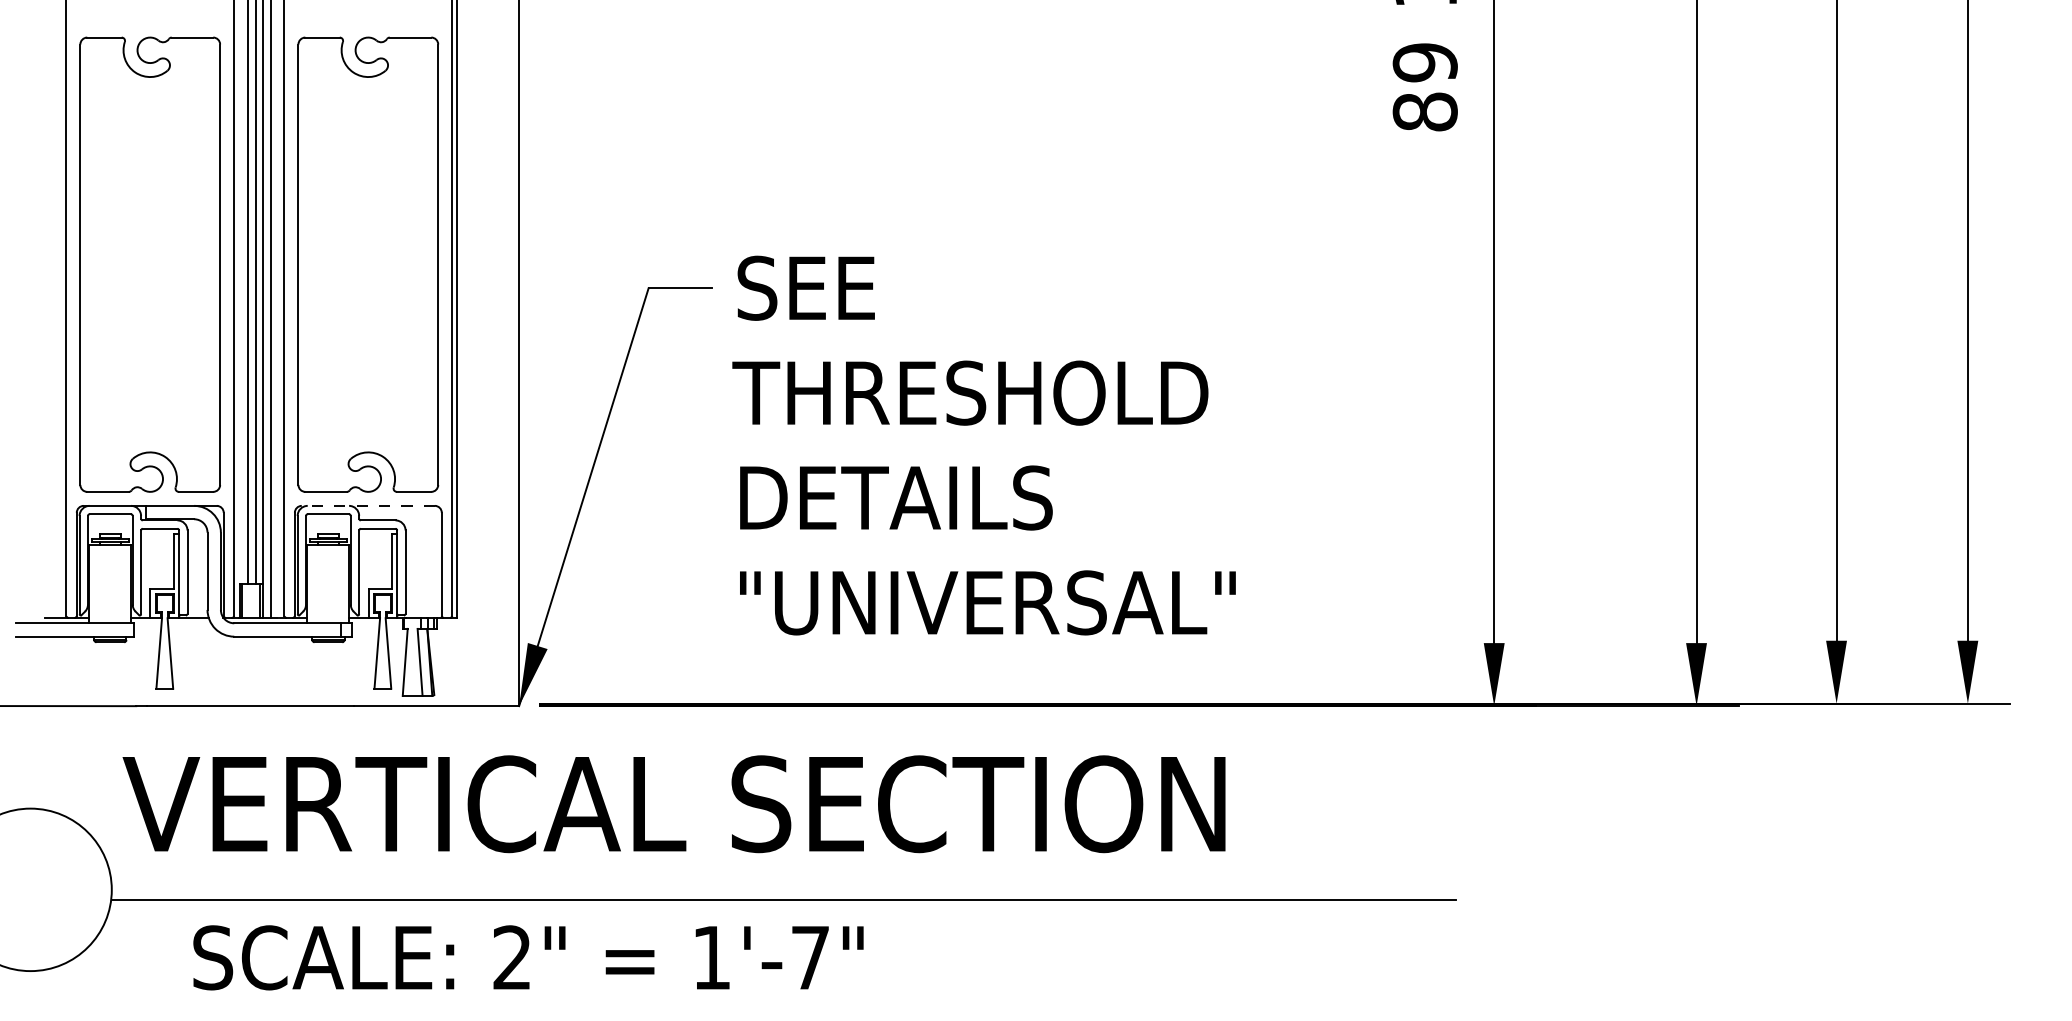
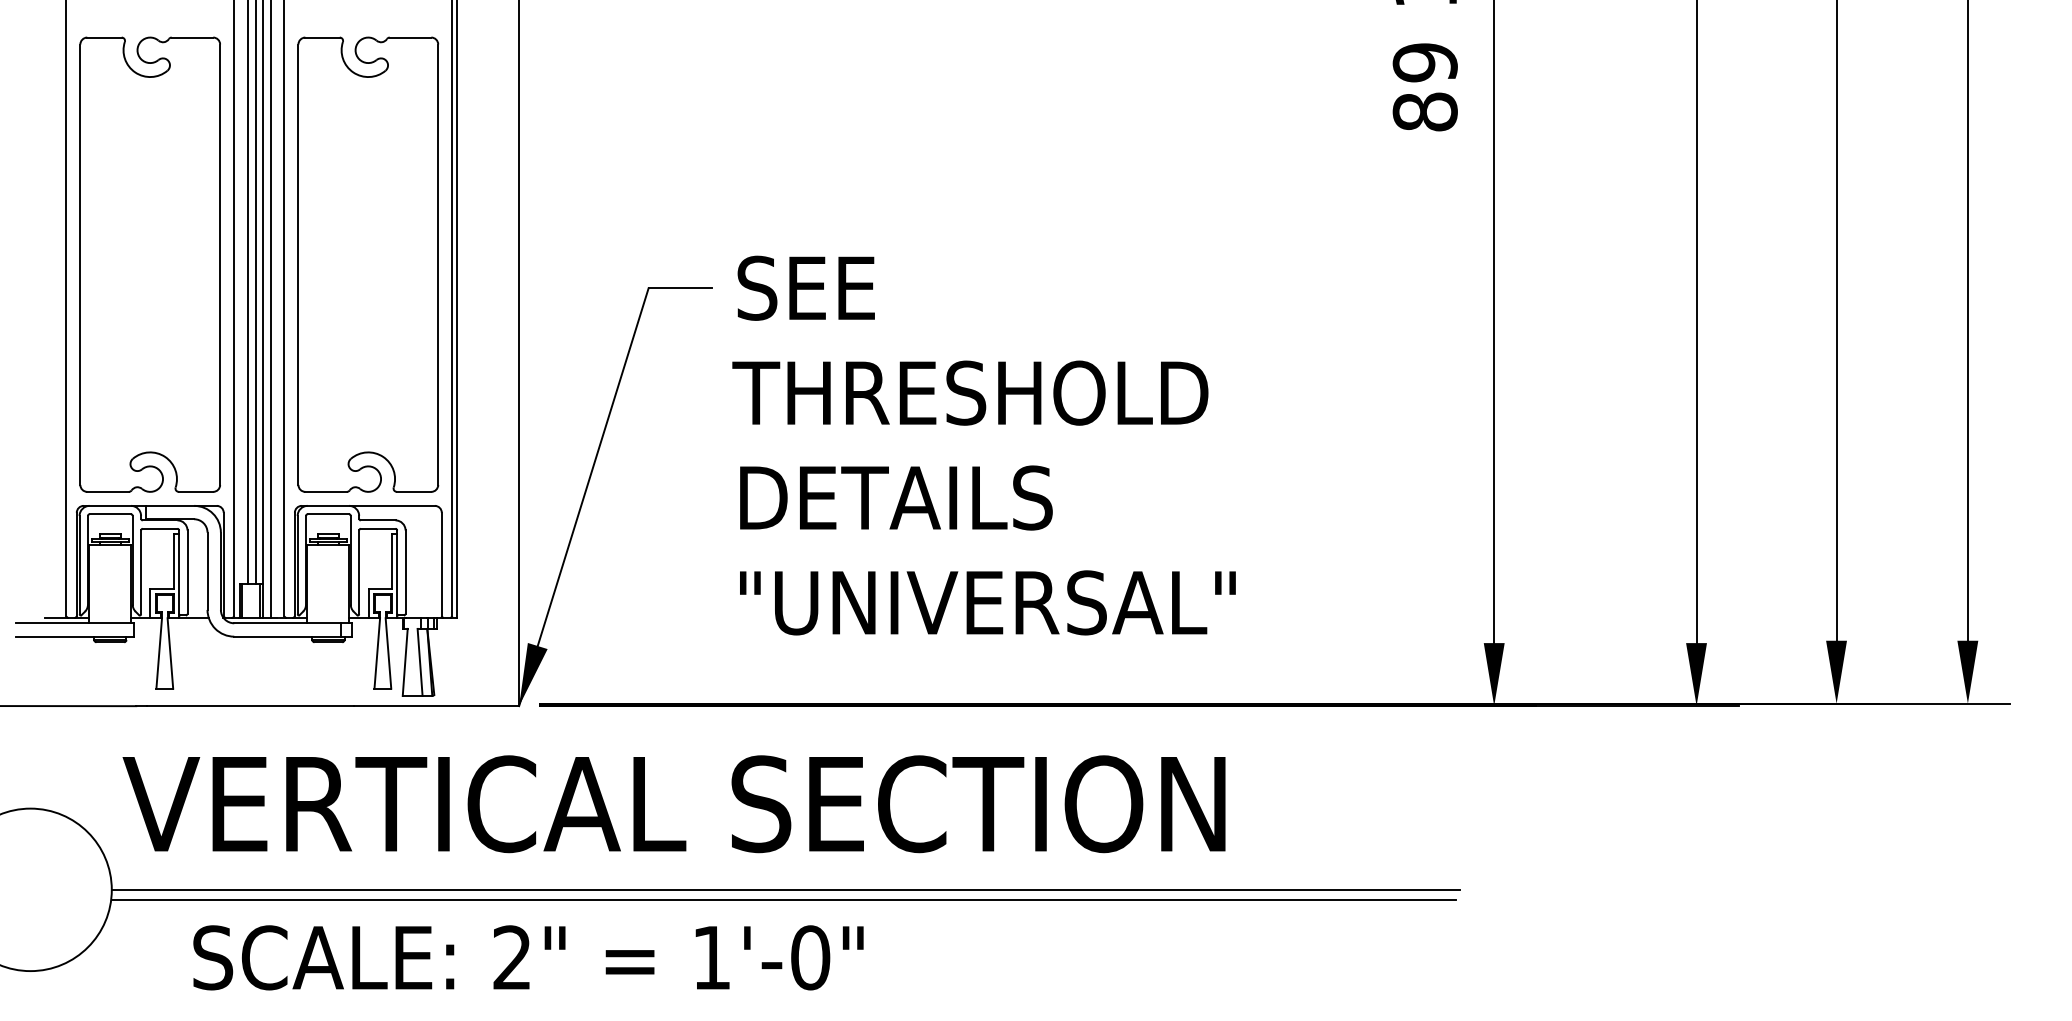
line at (368, 505): dashed -> solid
line at (785, 889): none -> present
text at (810, 957): 1'-7" -> 1'-0"
